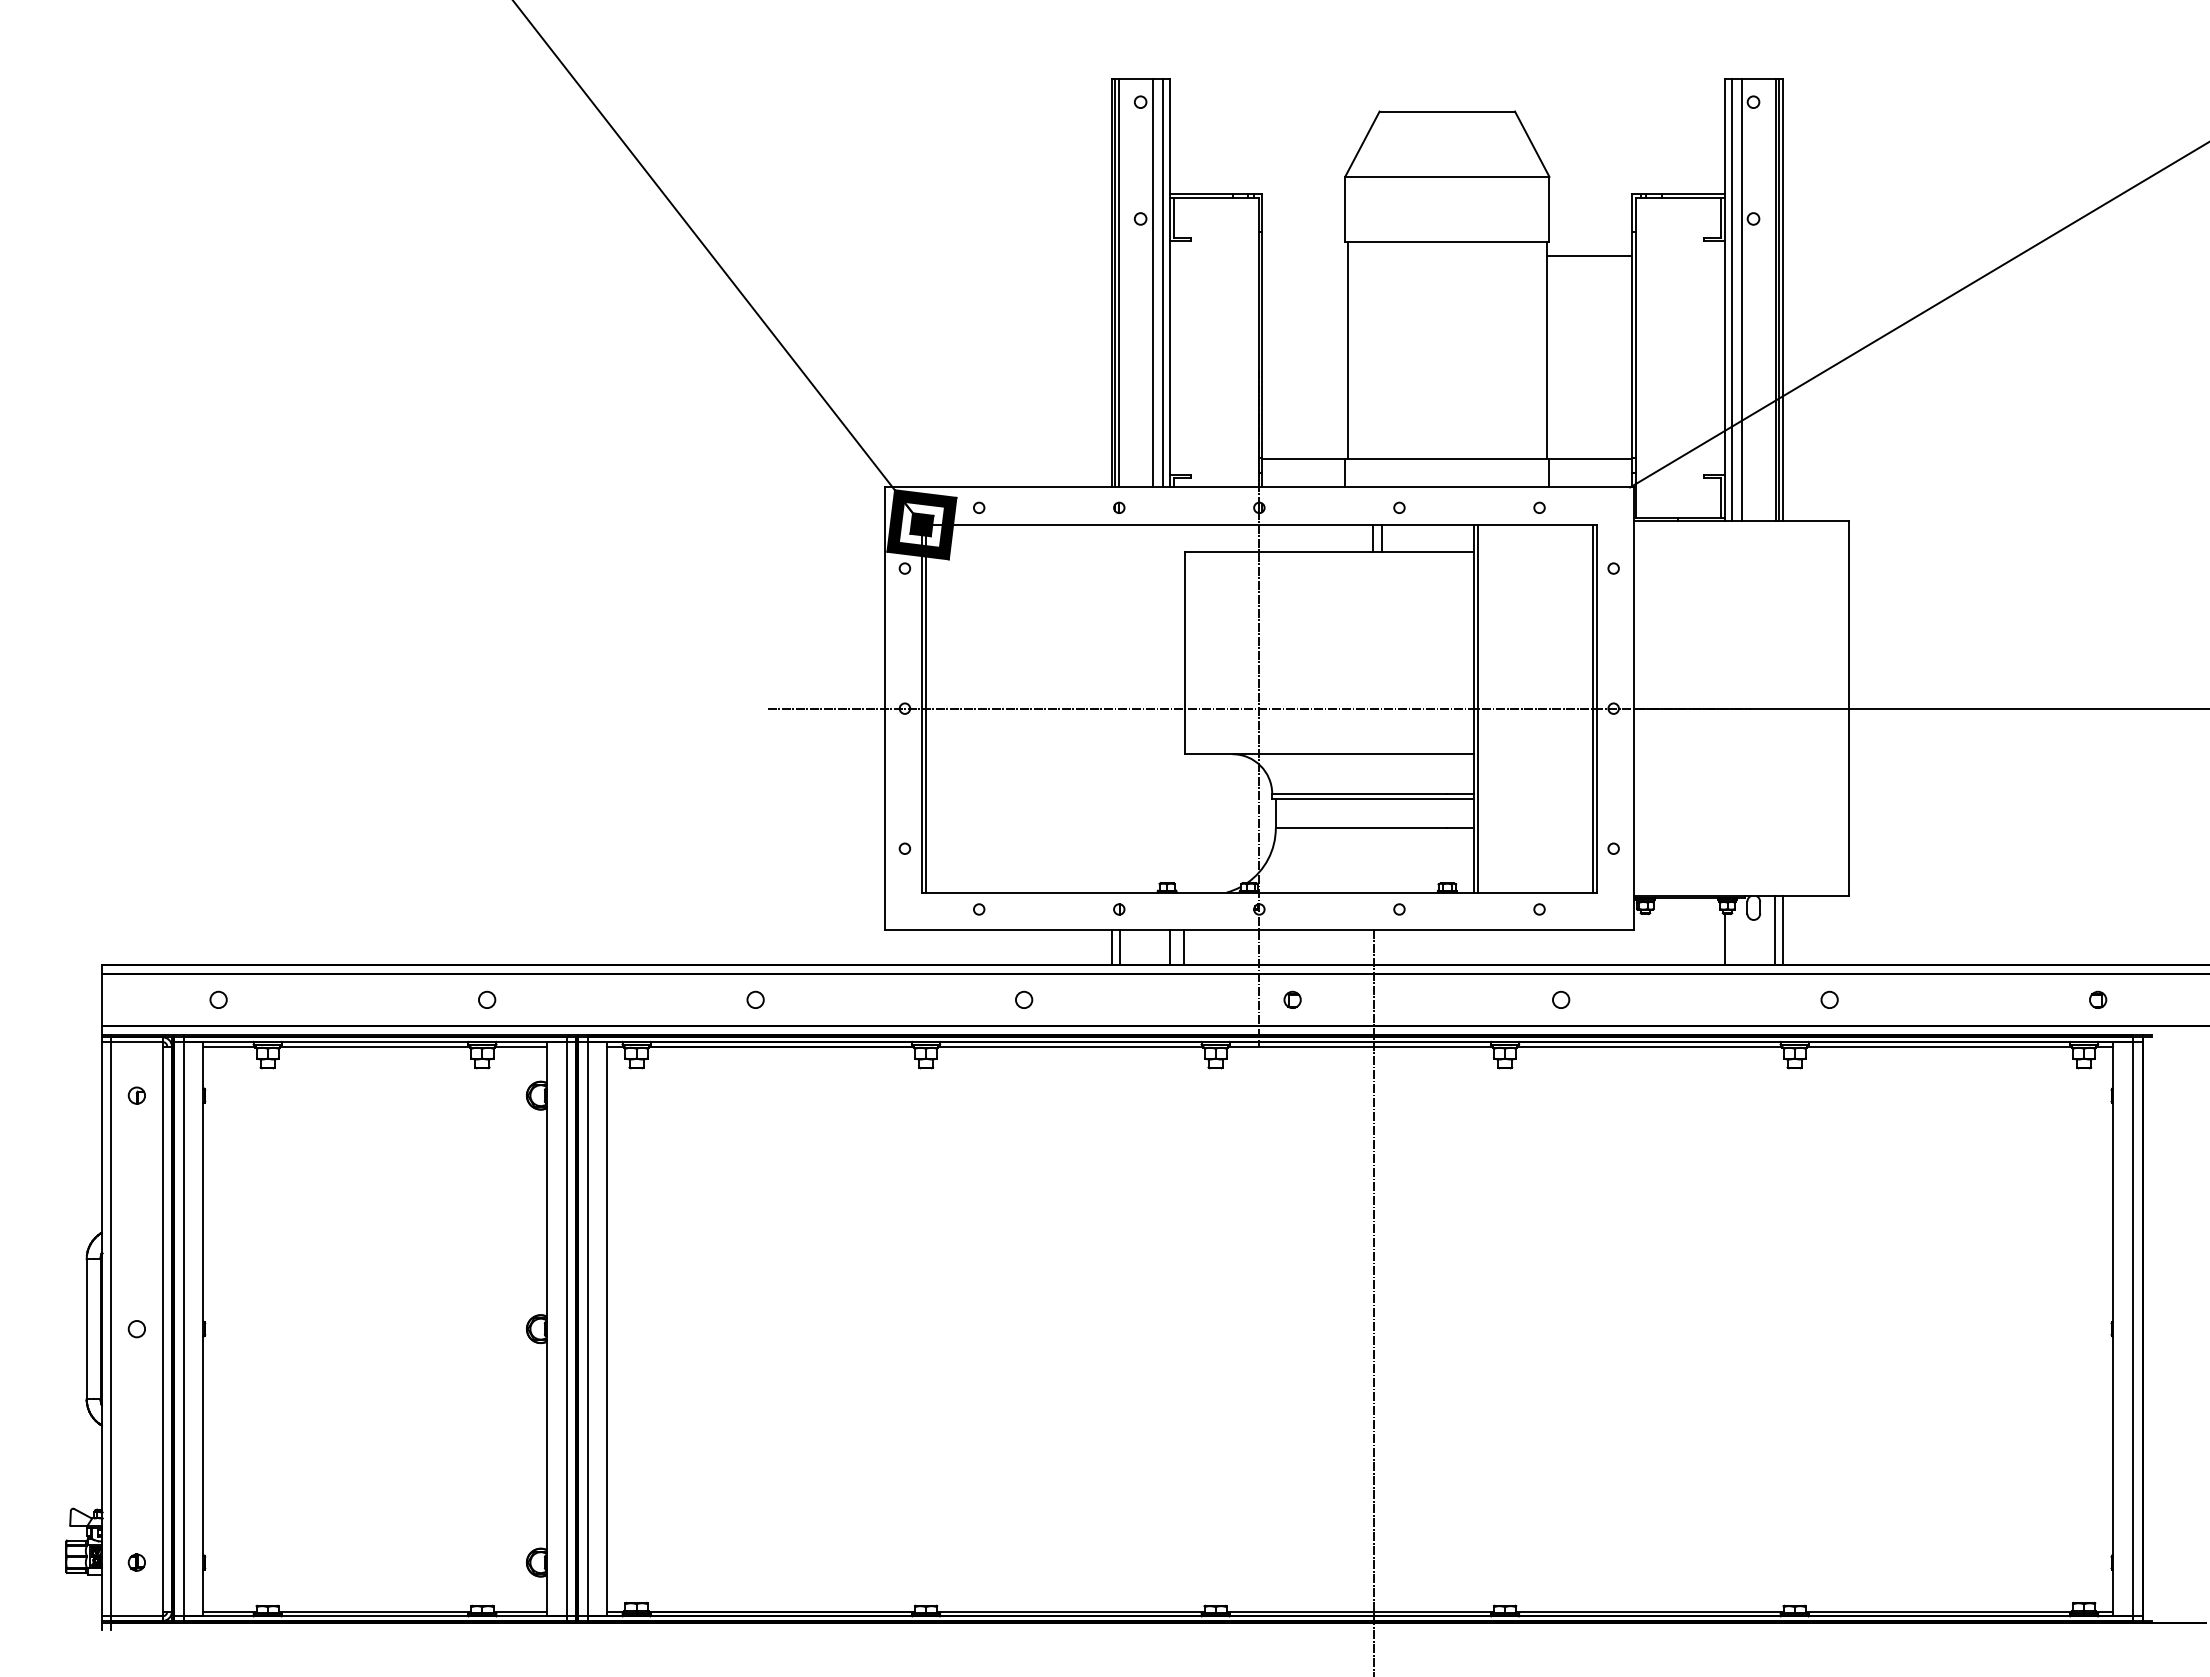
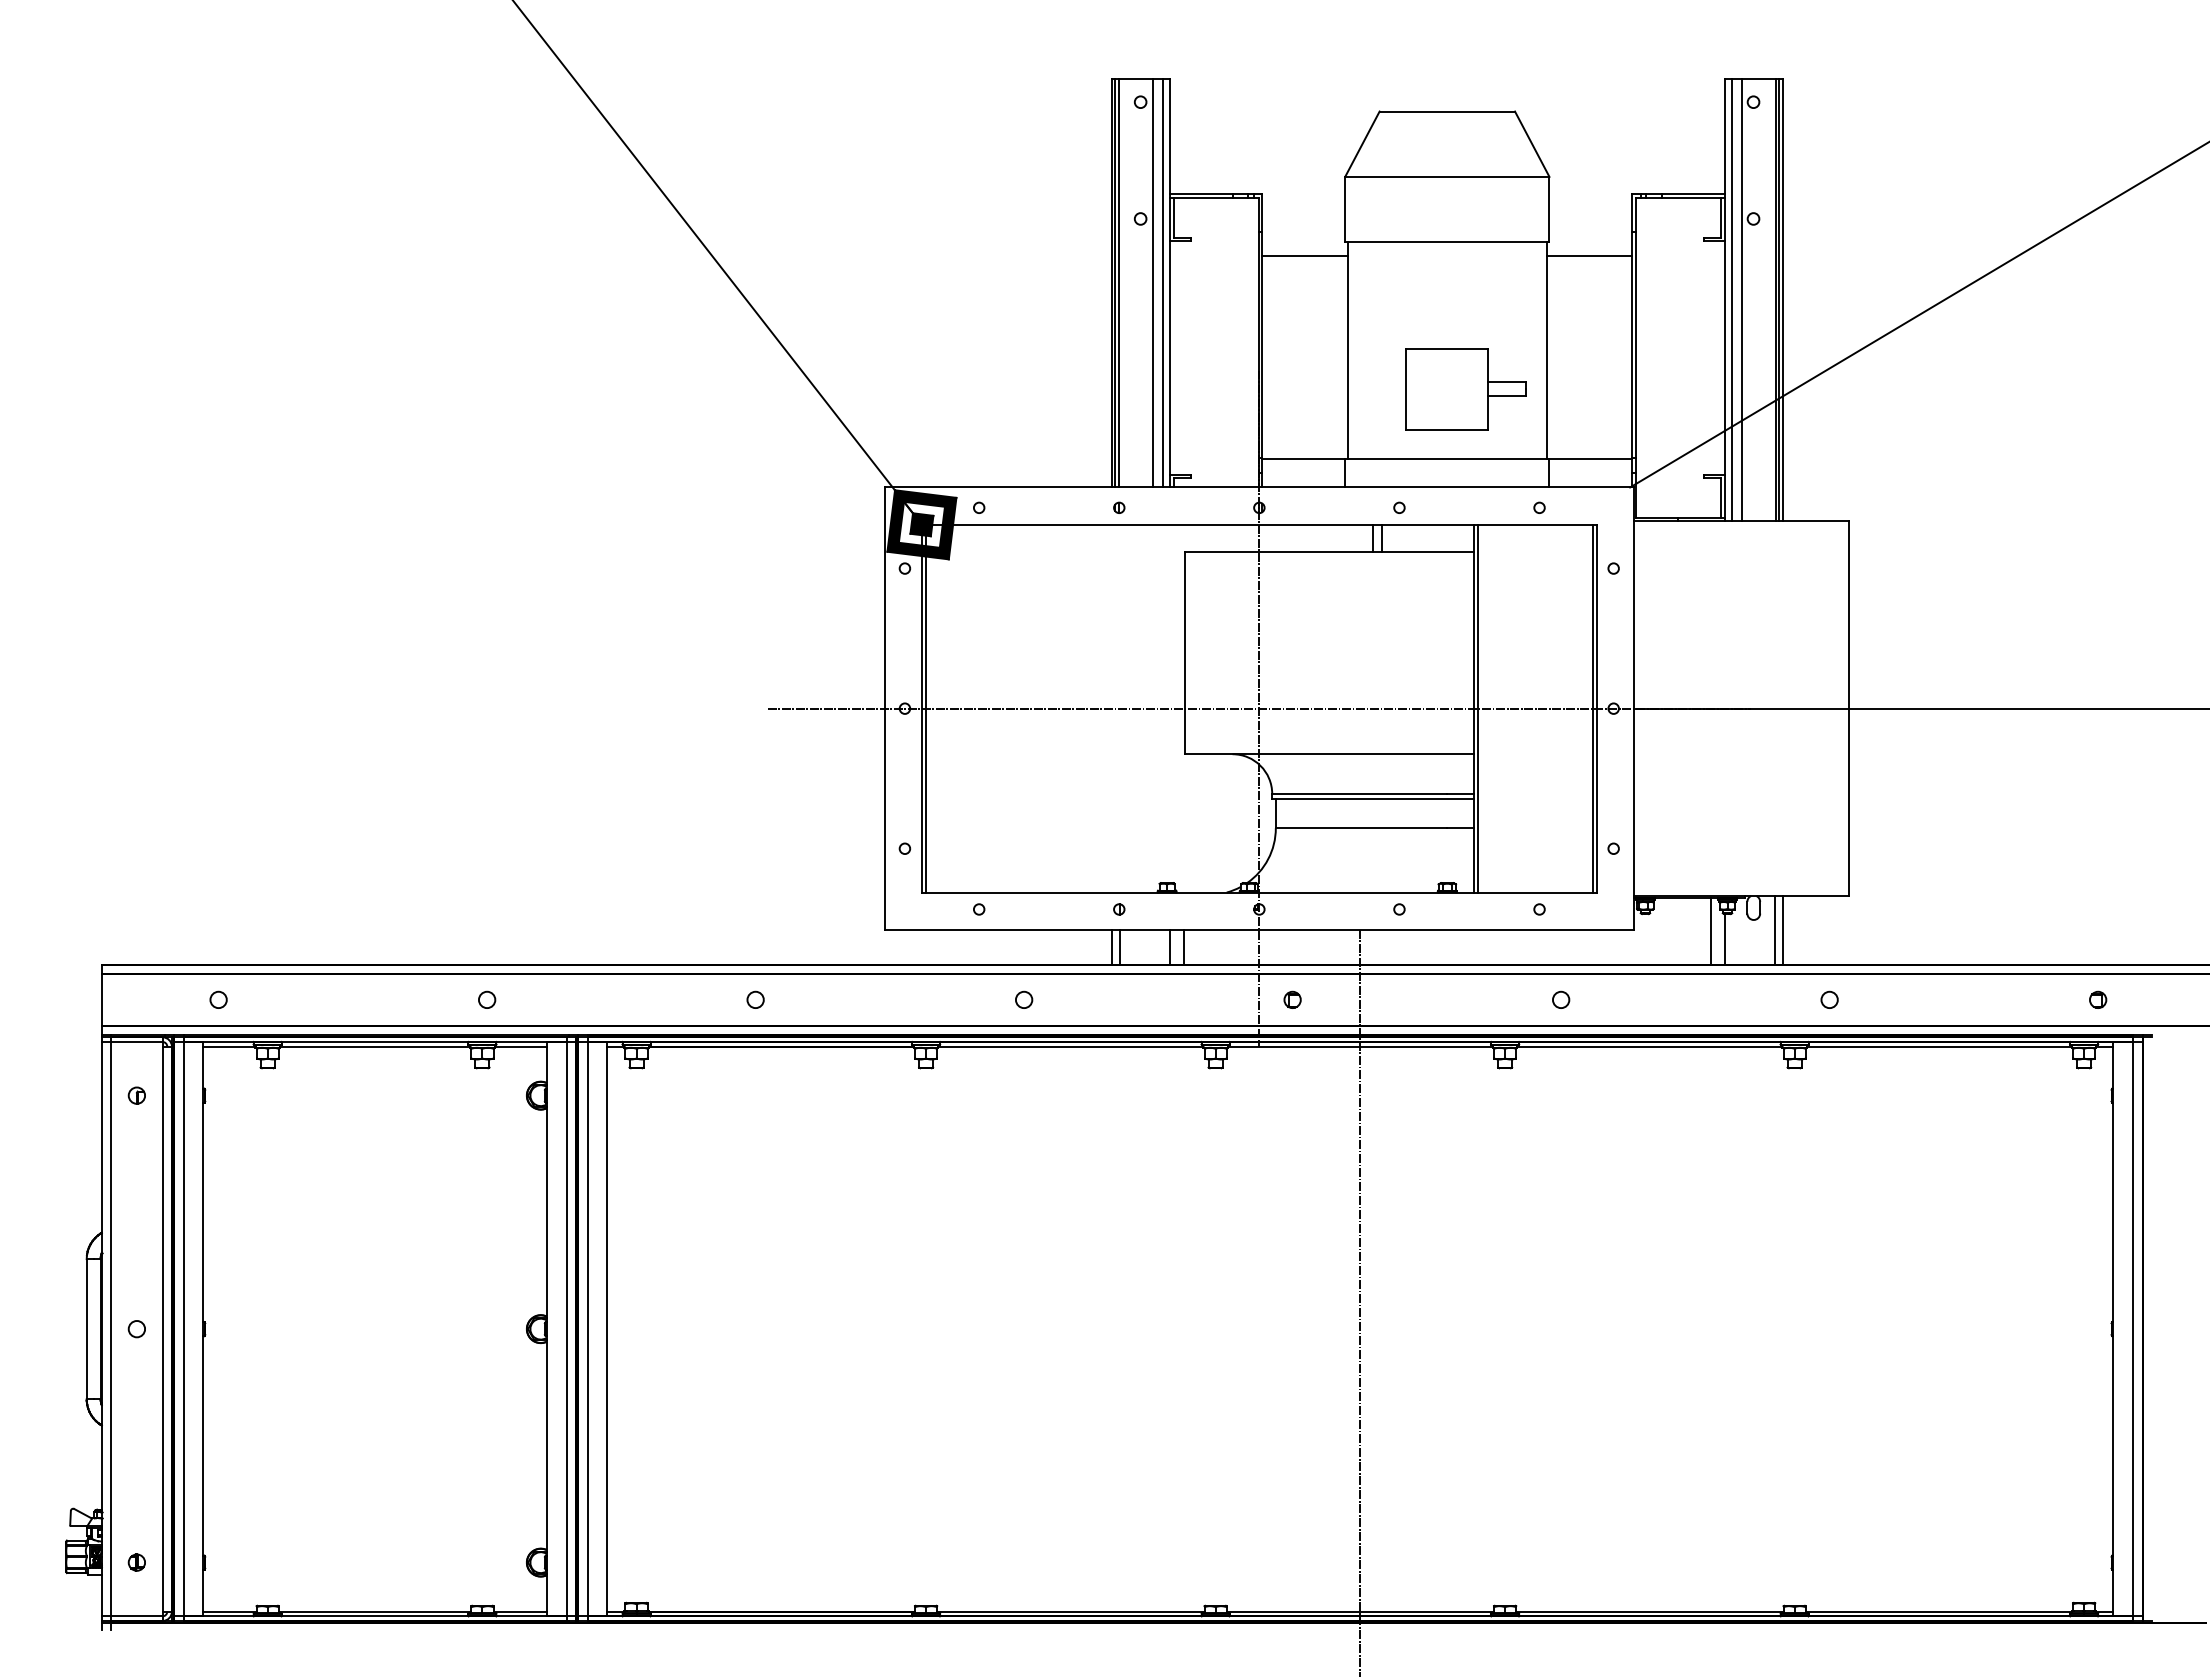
line at (1305, 256): none -> present
part at (1465, 389): none -> present
line at (1710, 930): none -> present
line at (1374, 1301) position: (1374, 1301) -> (1360, 1301)
